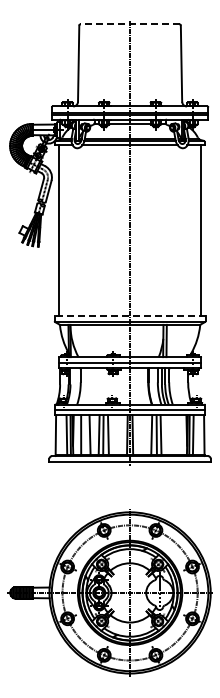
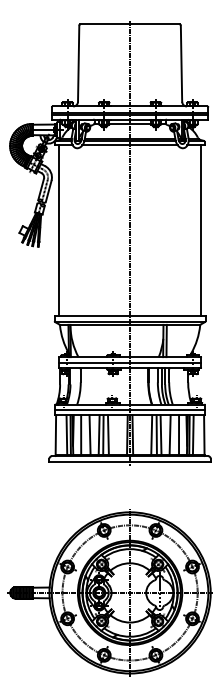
line at (130, 24): dashed -> solid
line at (129, 316): dashed -> solid
line at (169, 435): none -> present
line at (178, 435): none -> present
